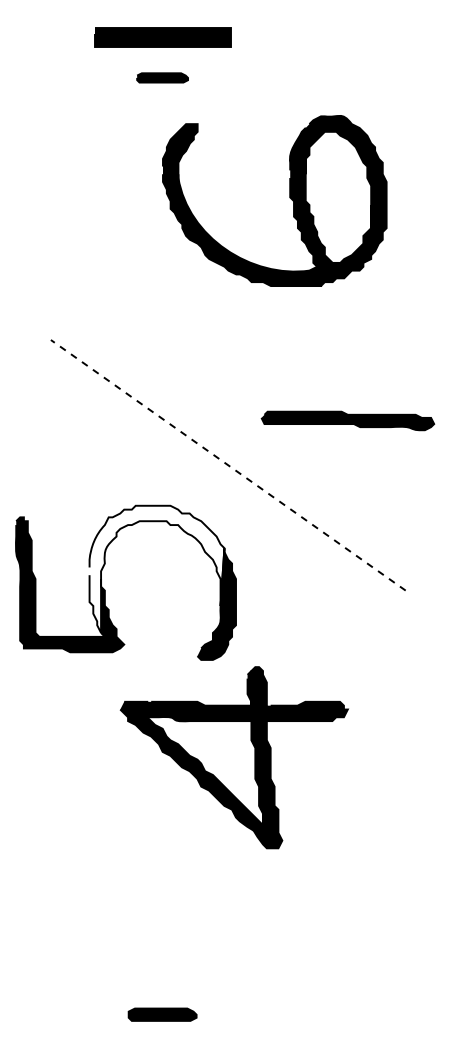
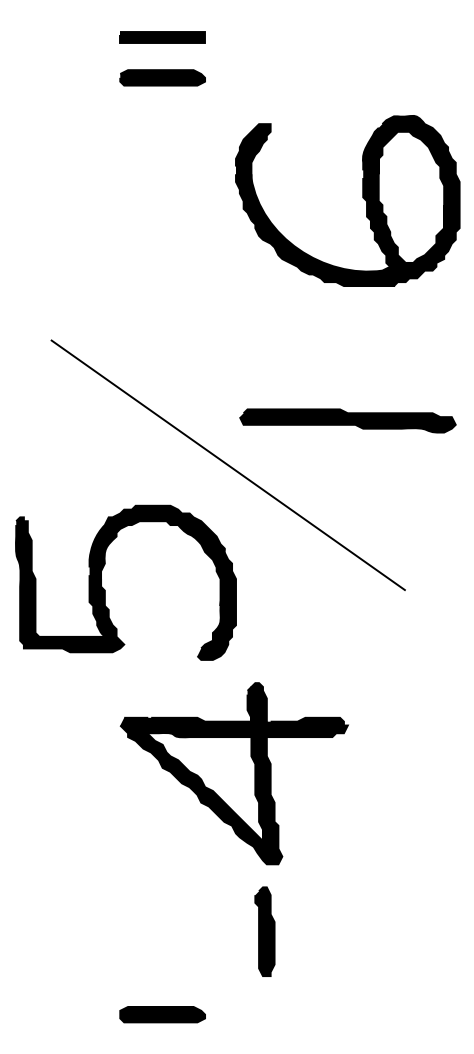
part at (162, 37) size: 138x21 px -> 87x13 px
part at (162, 77) size: 53x12 px -> 87x18 px
part at (289, 198) position: (289, 198) -> (362, 198)
part at (347, 420) size: 176x22 px -> 218x26 px
line at (227, 465): dashed -> solid
fill at (156, 568): none -> present
part at (233, 757) position: (233, 757) -> (233, 773)
part at (264, 931): none -> present
part at (162, 1014) size: 71x15 px -> 87x18 px
